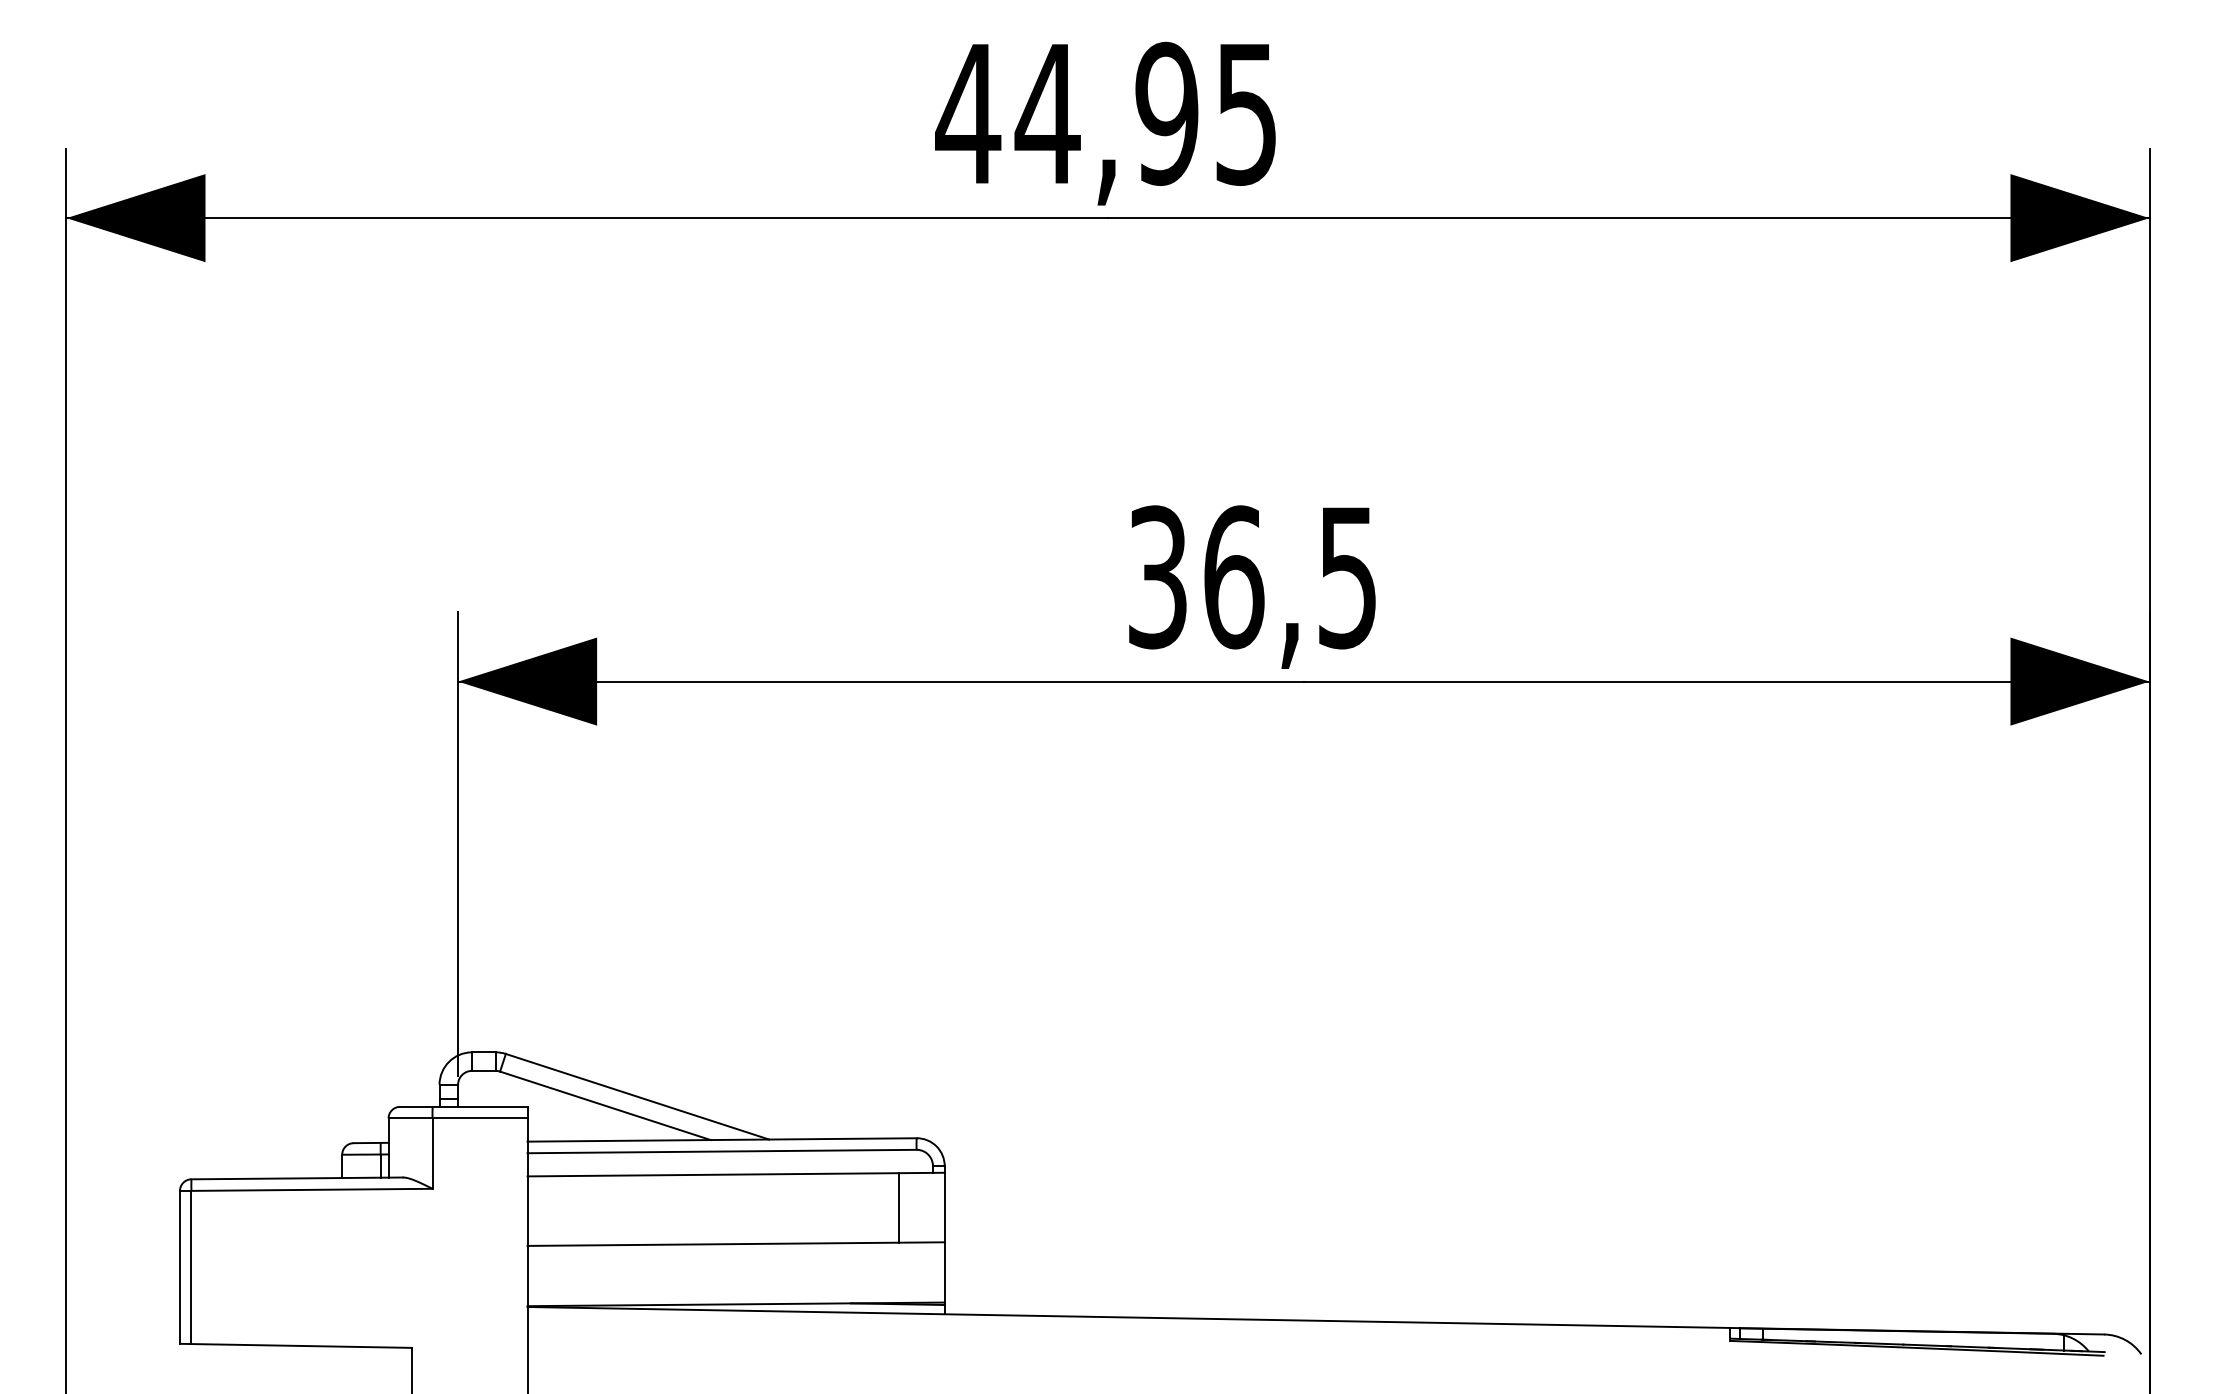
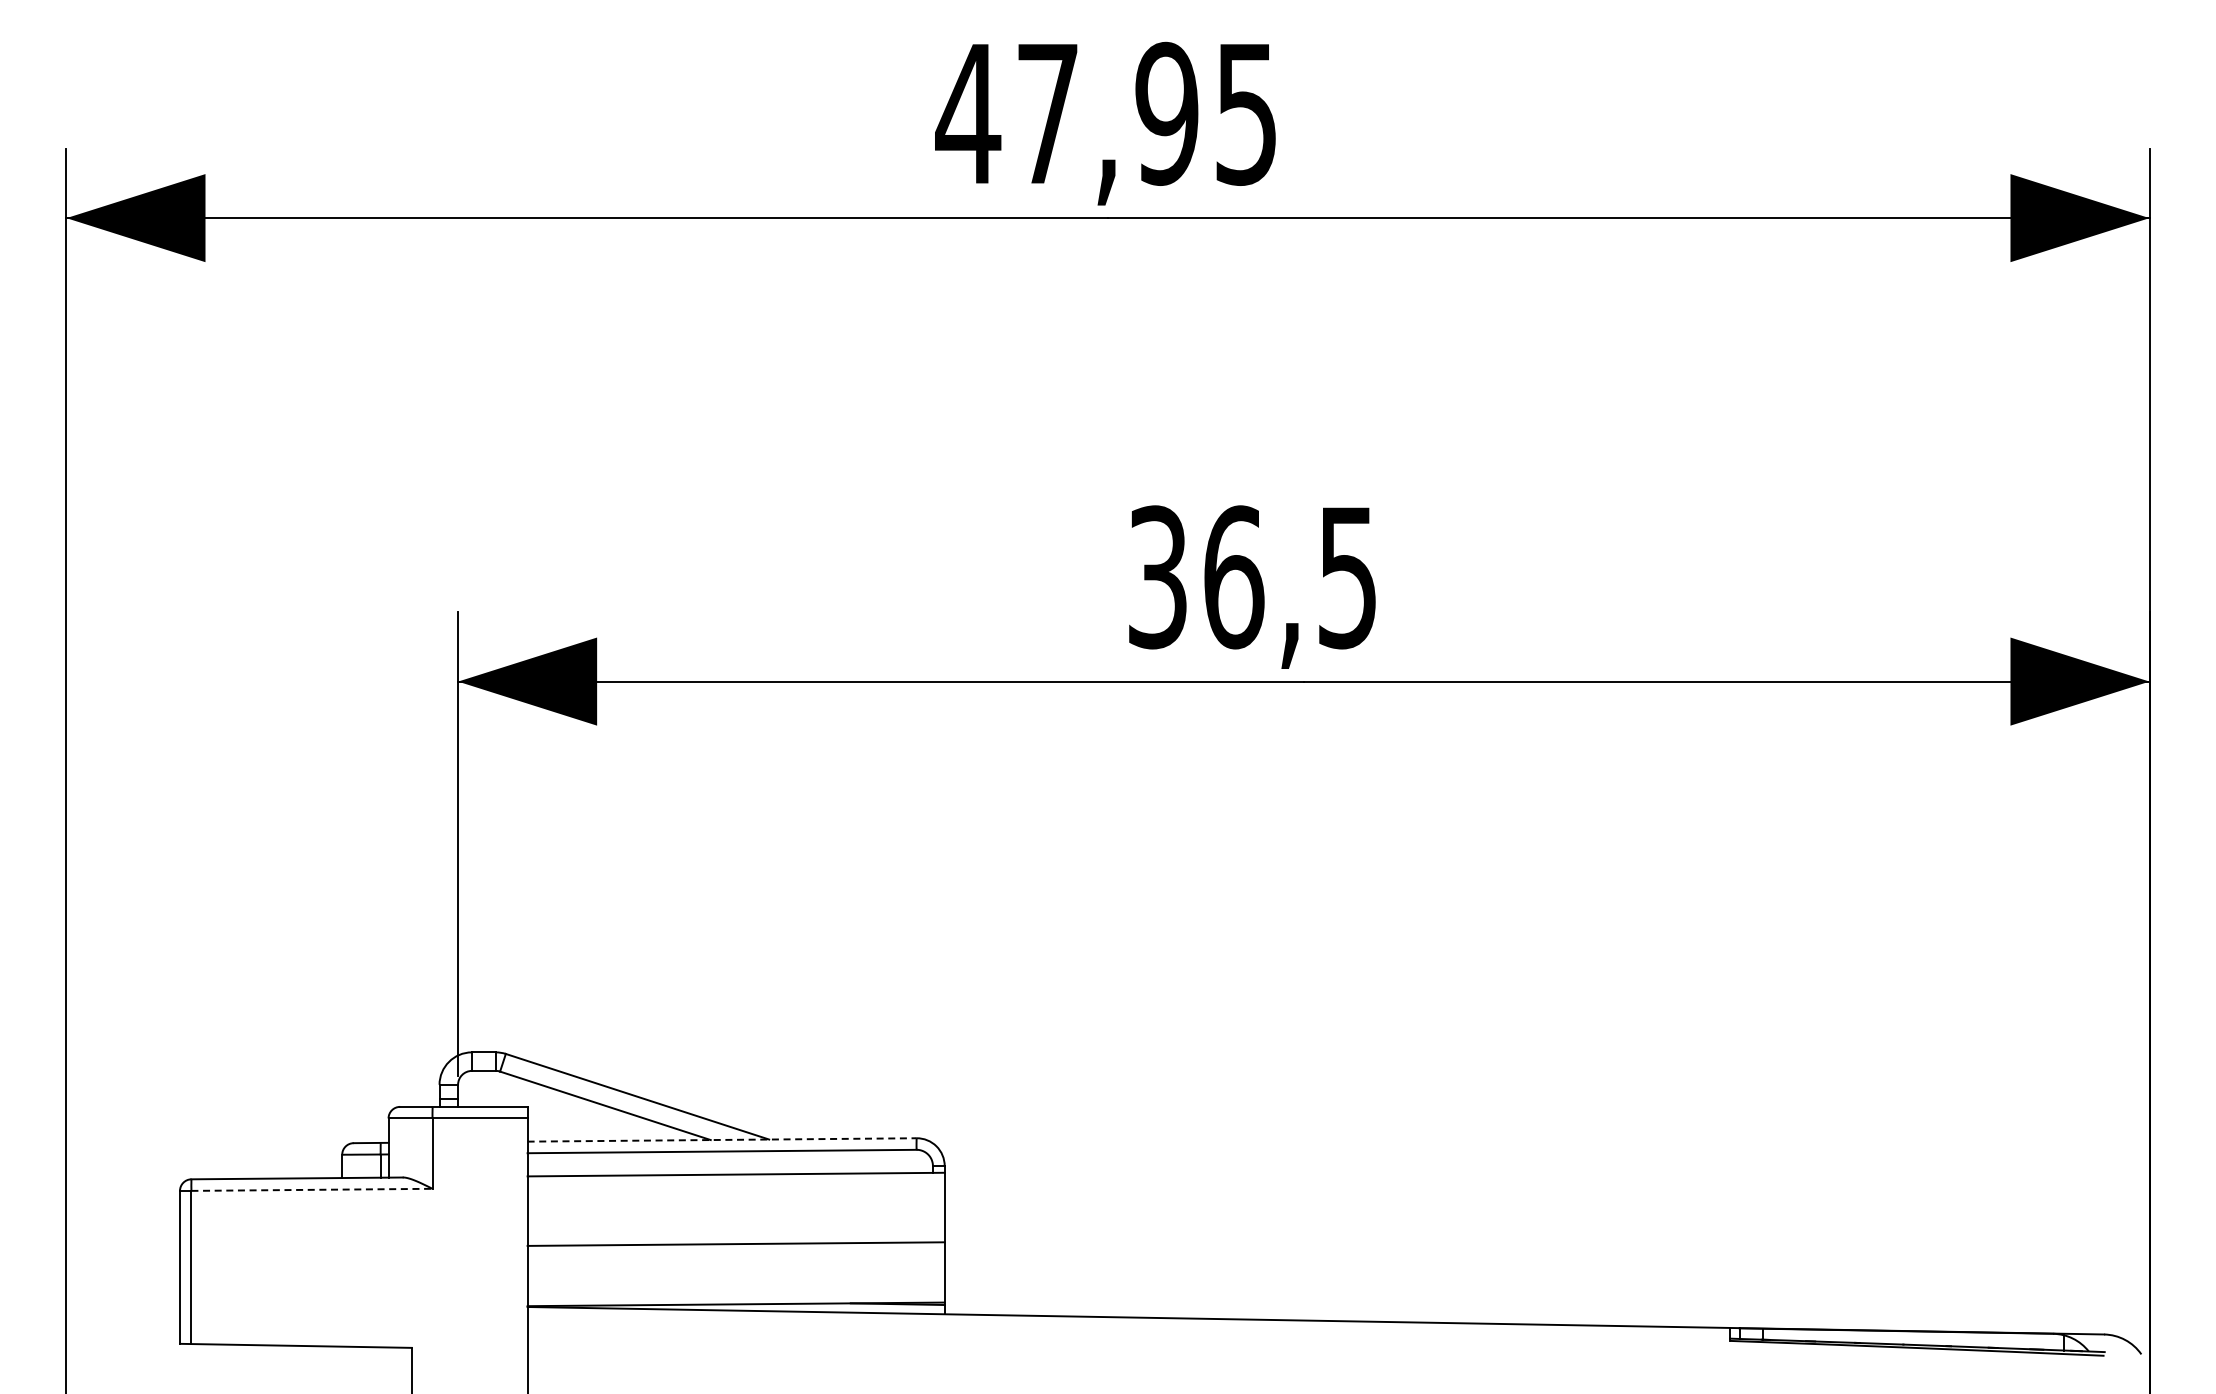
text at (1047, 113): 44,95 -> 47,95
line at (722, 1139): solid -> dashed
line at (311, 1189): solid -> dashed
line at (899, 1207): present -> none
